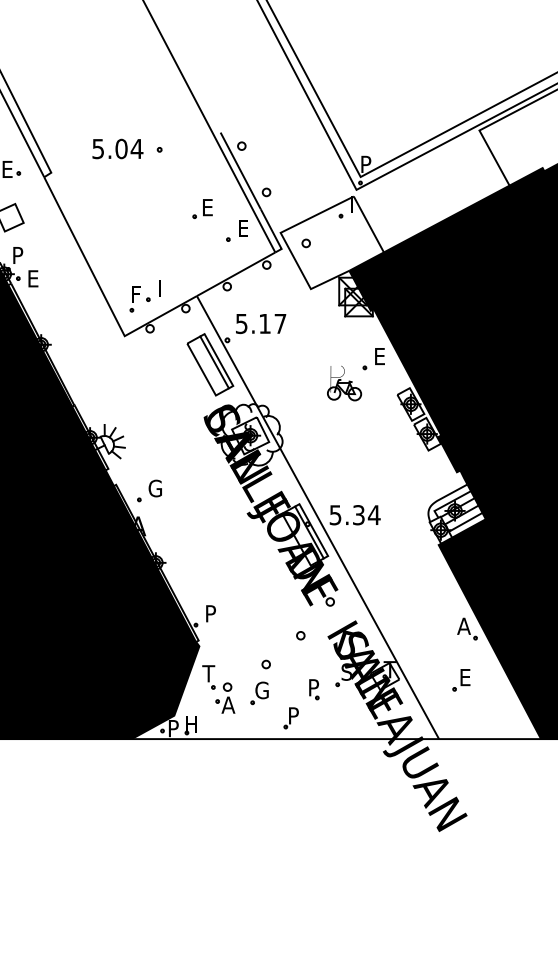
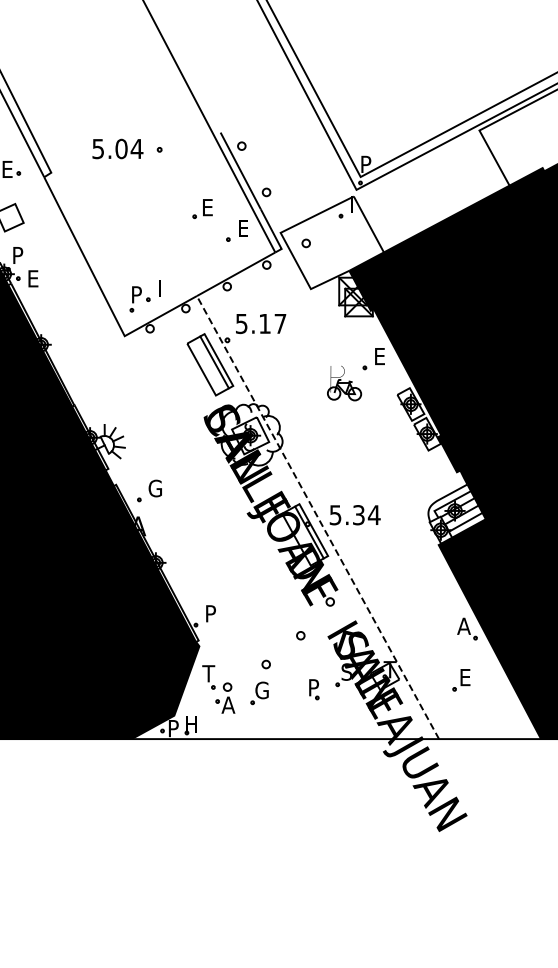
text at (136, 294): F -> P
line at (317, 517): solid -> dashed
part at (290, 718): present -> none
